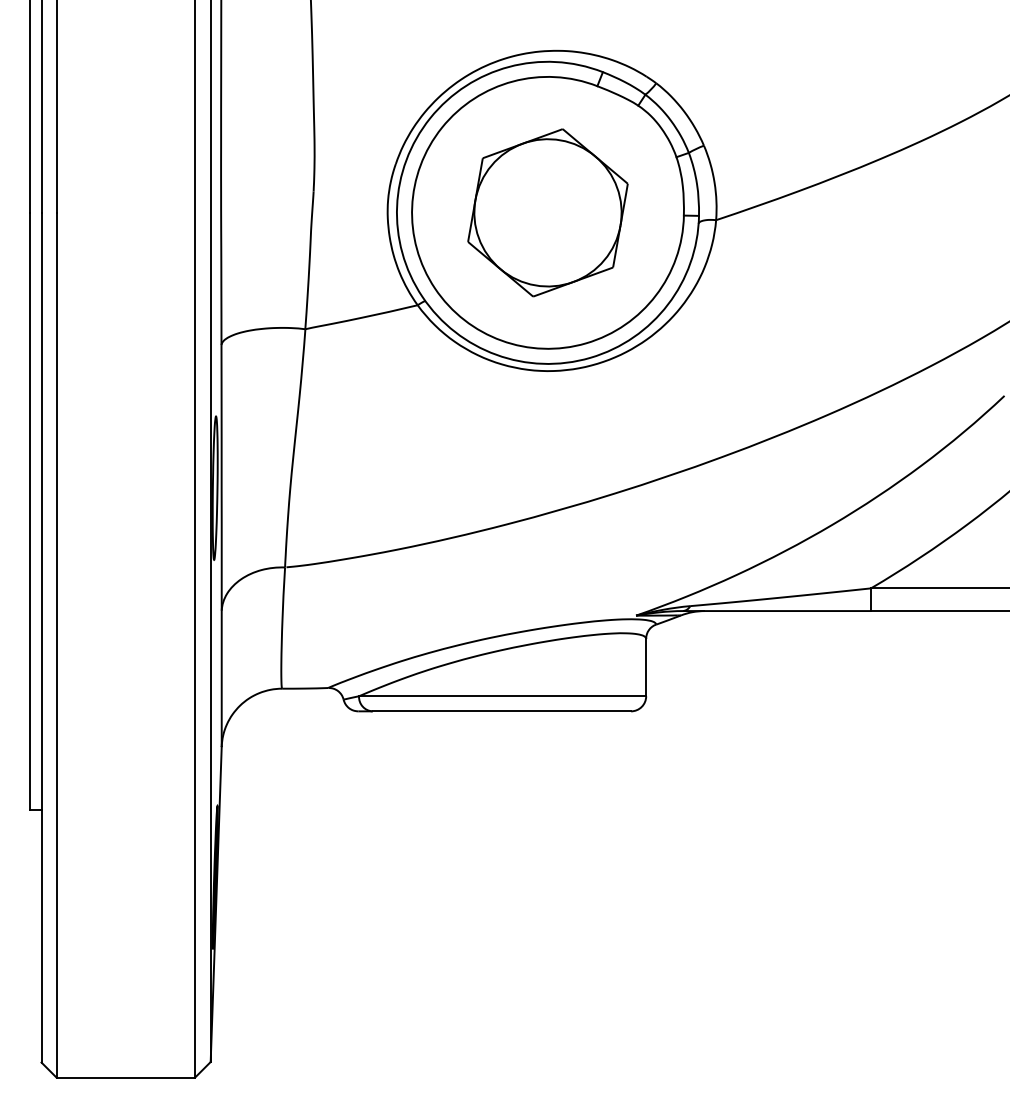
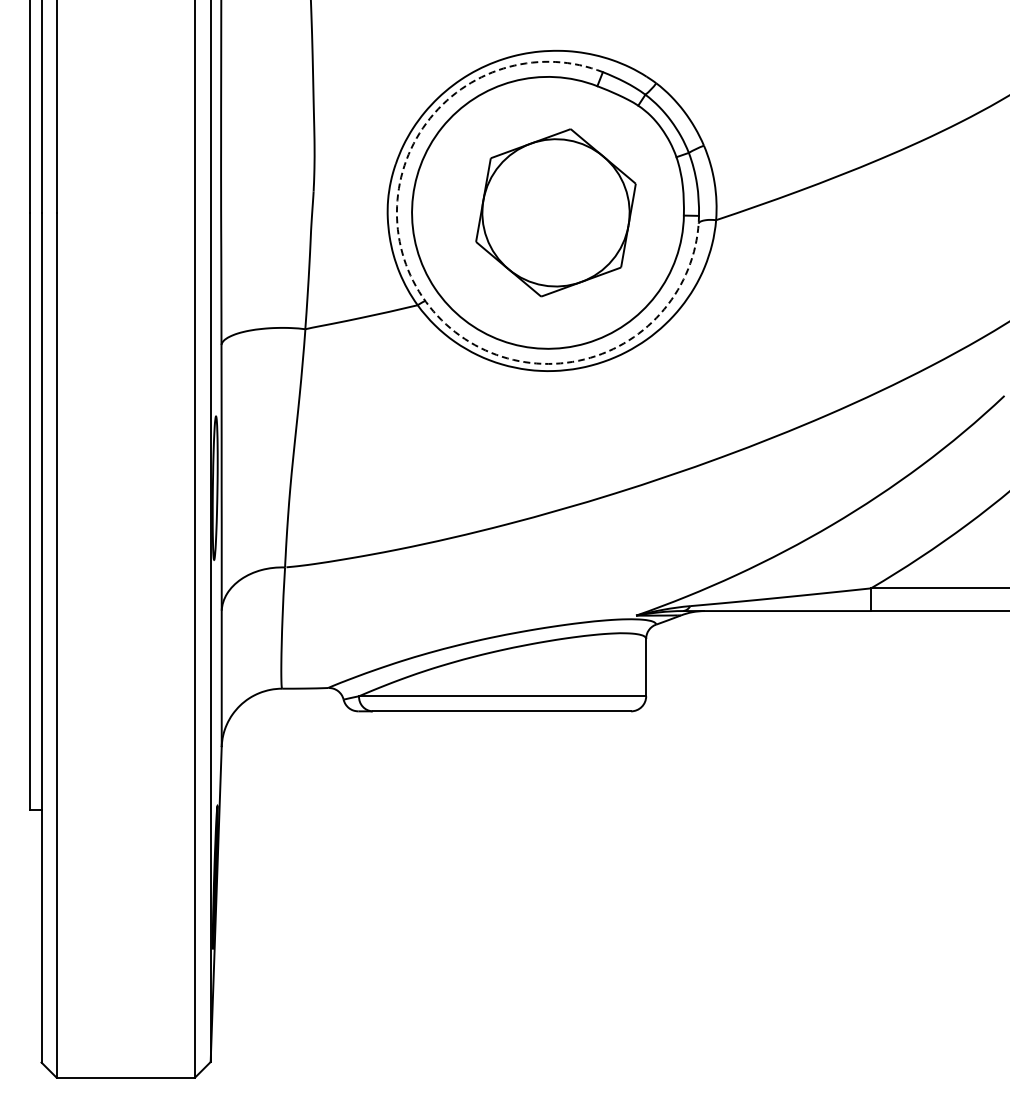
part at (547, 212) position: (547, 212) -> (555, 212)
arc at (422, 296): solid -> dashed
